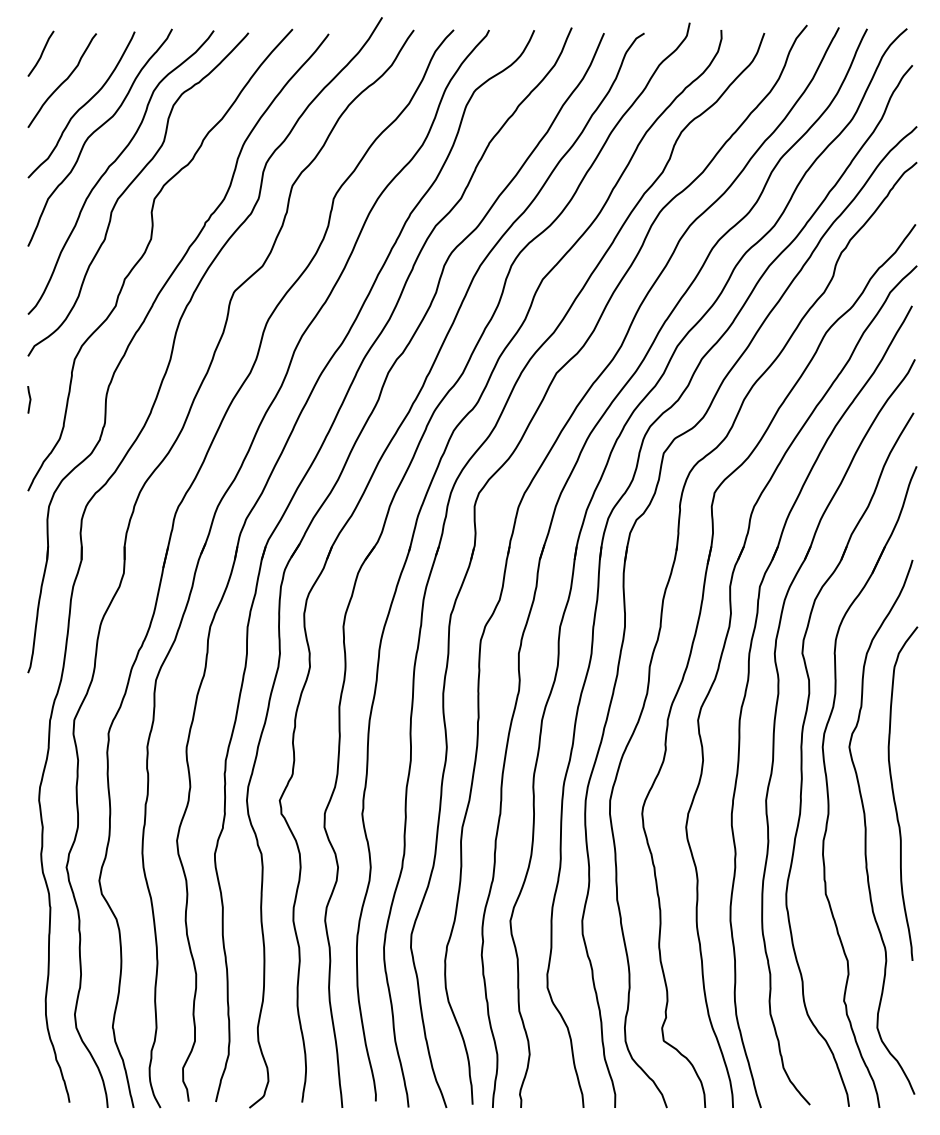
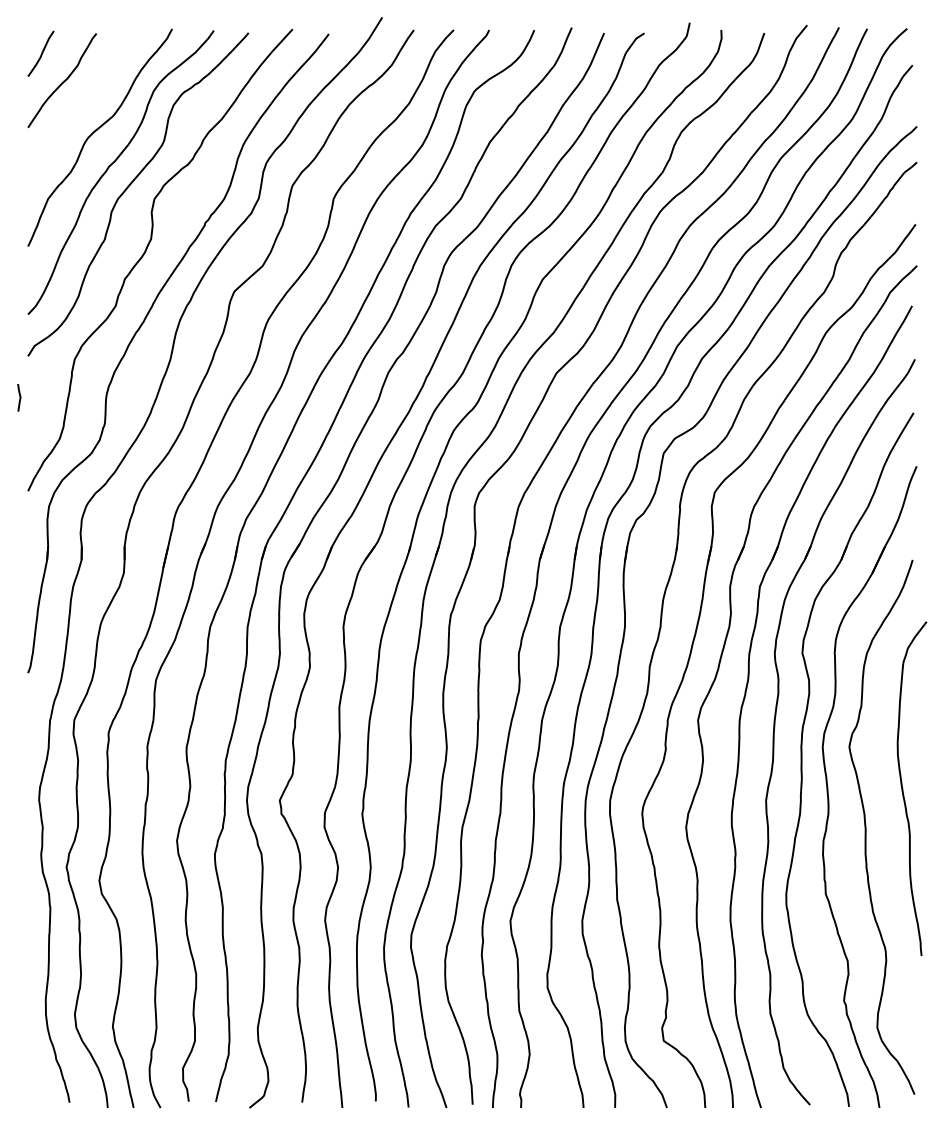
curve at (82, 105): present -> none
curve at (29, 399) position: (29, 399) -> (19, 397)
curve at (894, 793) position: (894, 793) -> (903, 788)
